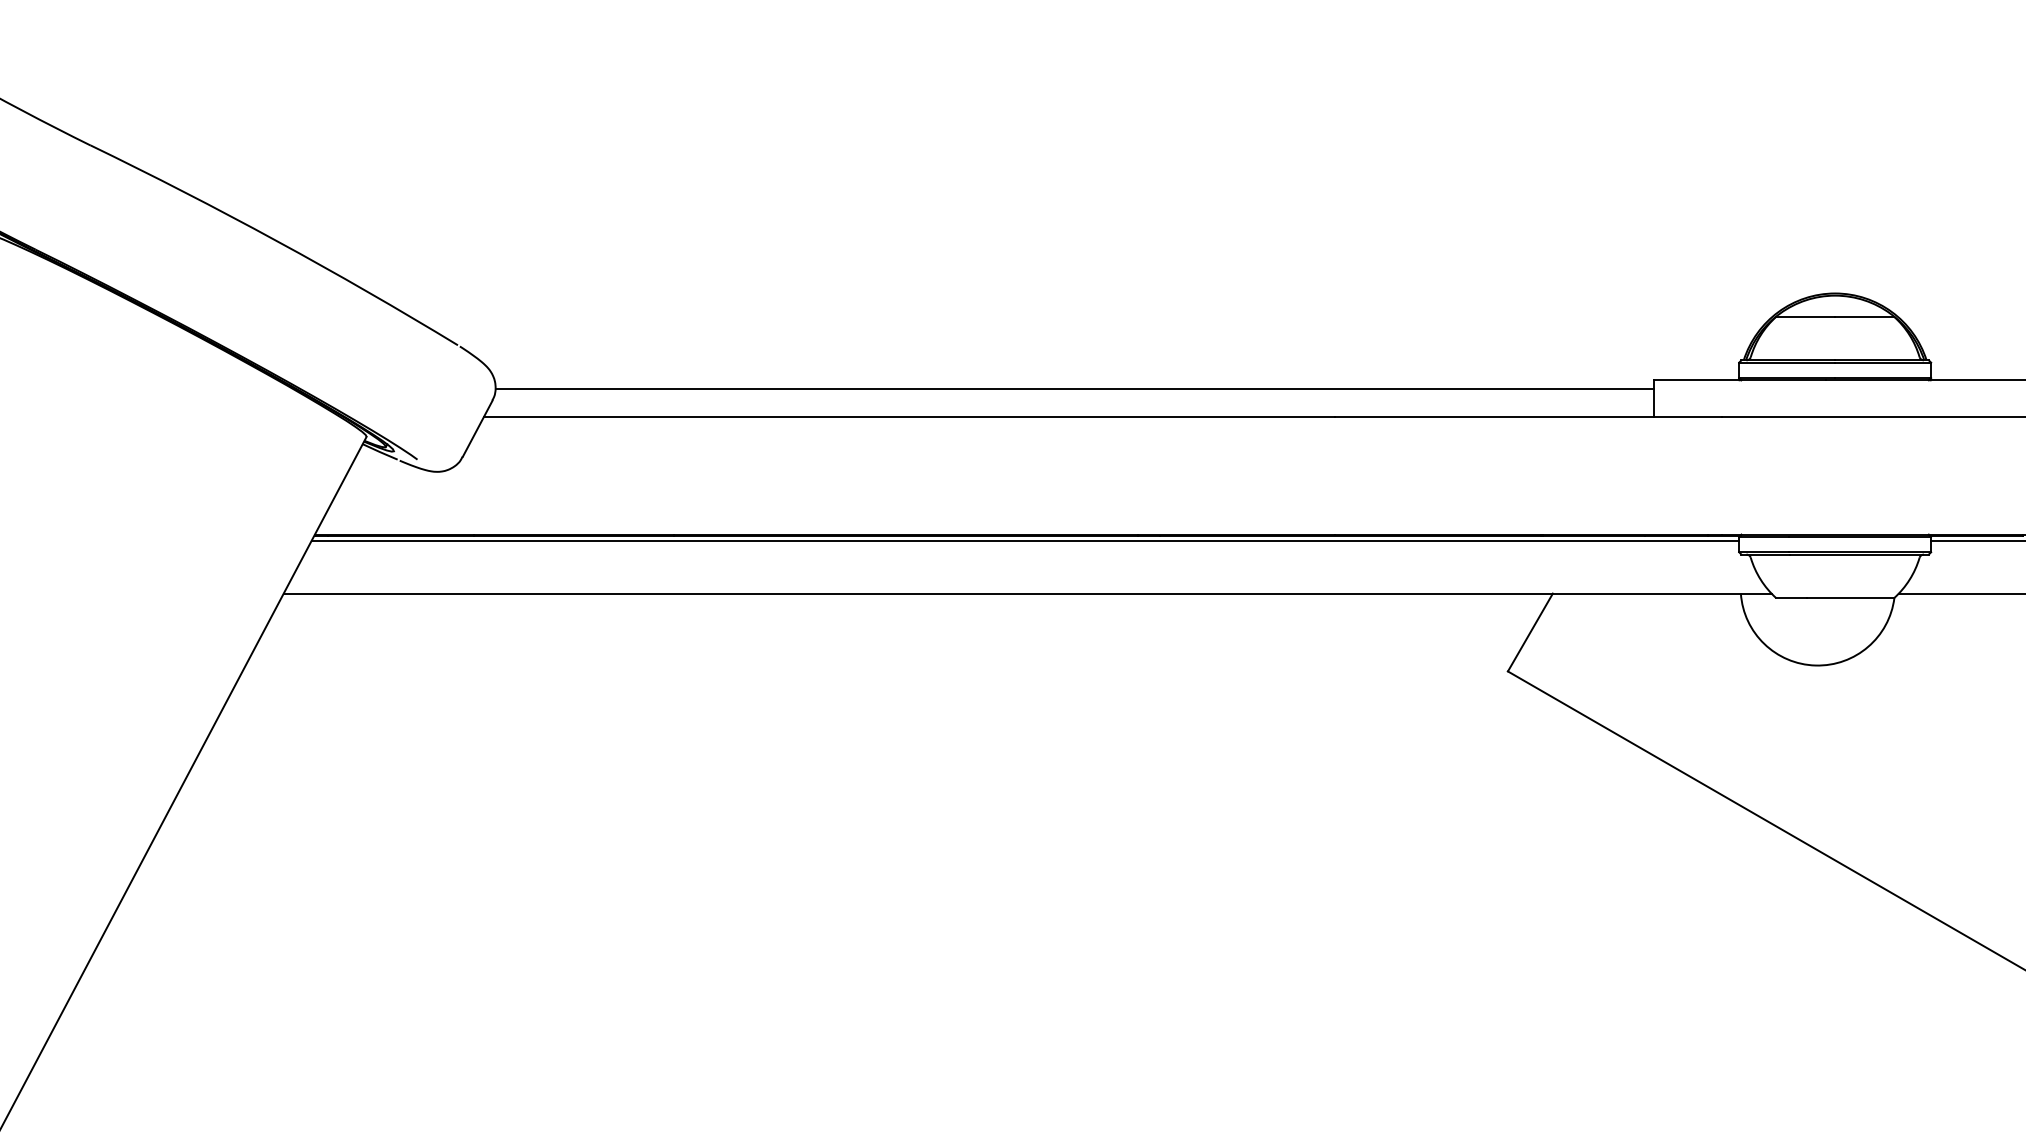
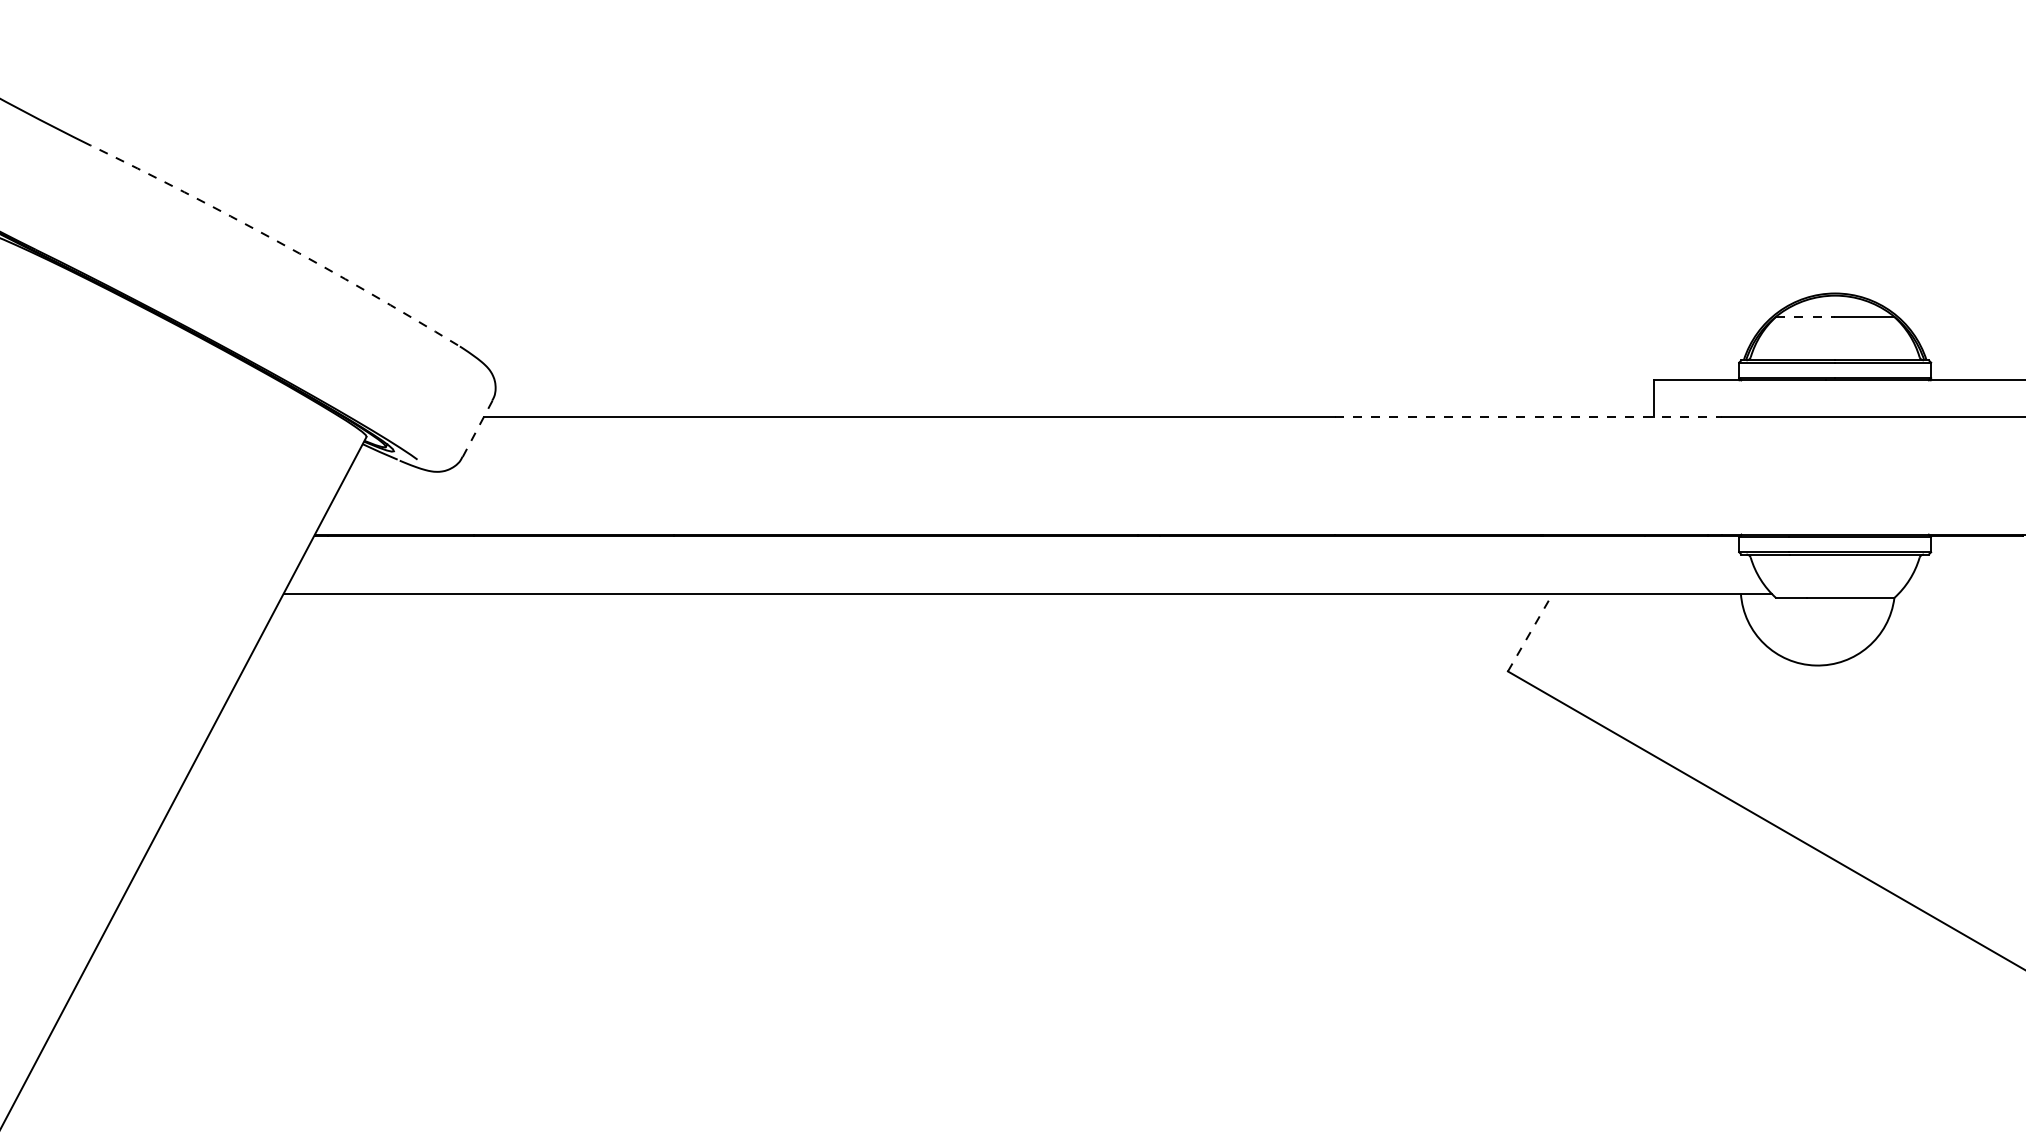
arc at (276, 241): solid -> dashed
line at (1806, 316): solid -> dashed
line at (1074, 389): present -> none
line at (1528, 416): solid -> dashed
line at (477, 428): solid -> dashed
line at (1025, 540): present -> none
line at (1976, 540): present -> none
line at (1960, 593): present -> none
line at (1530, 632): solid -> dashed
